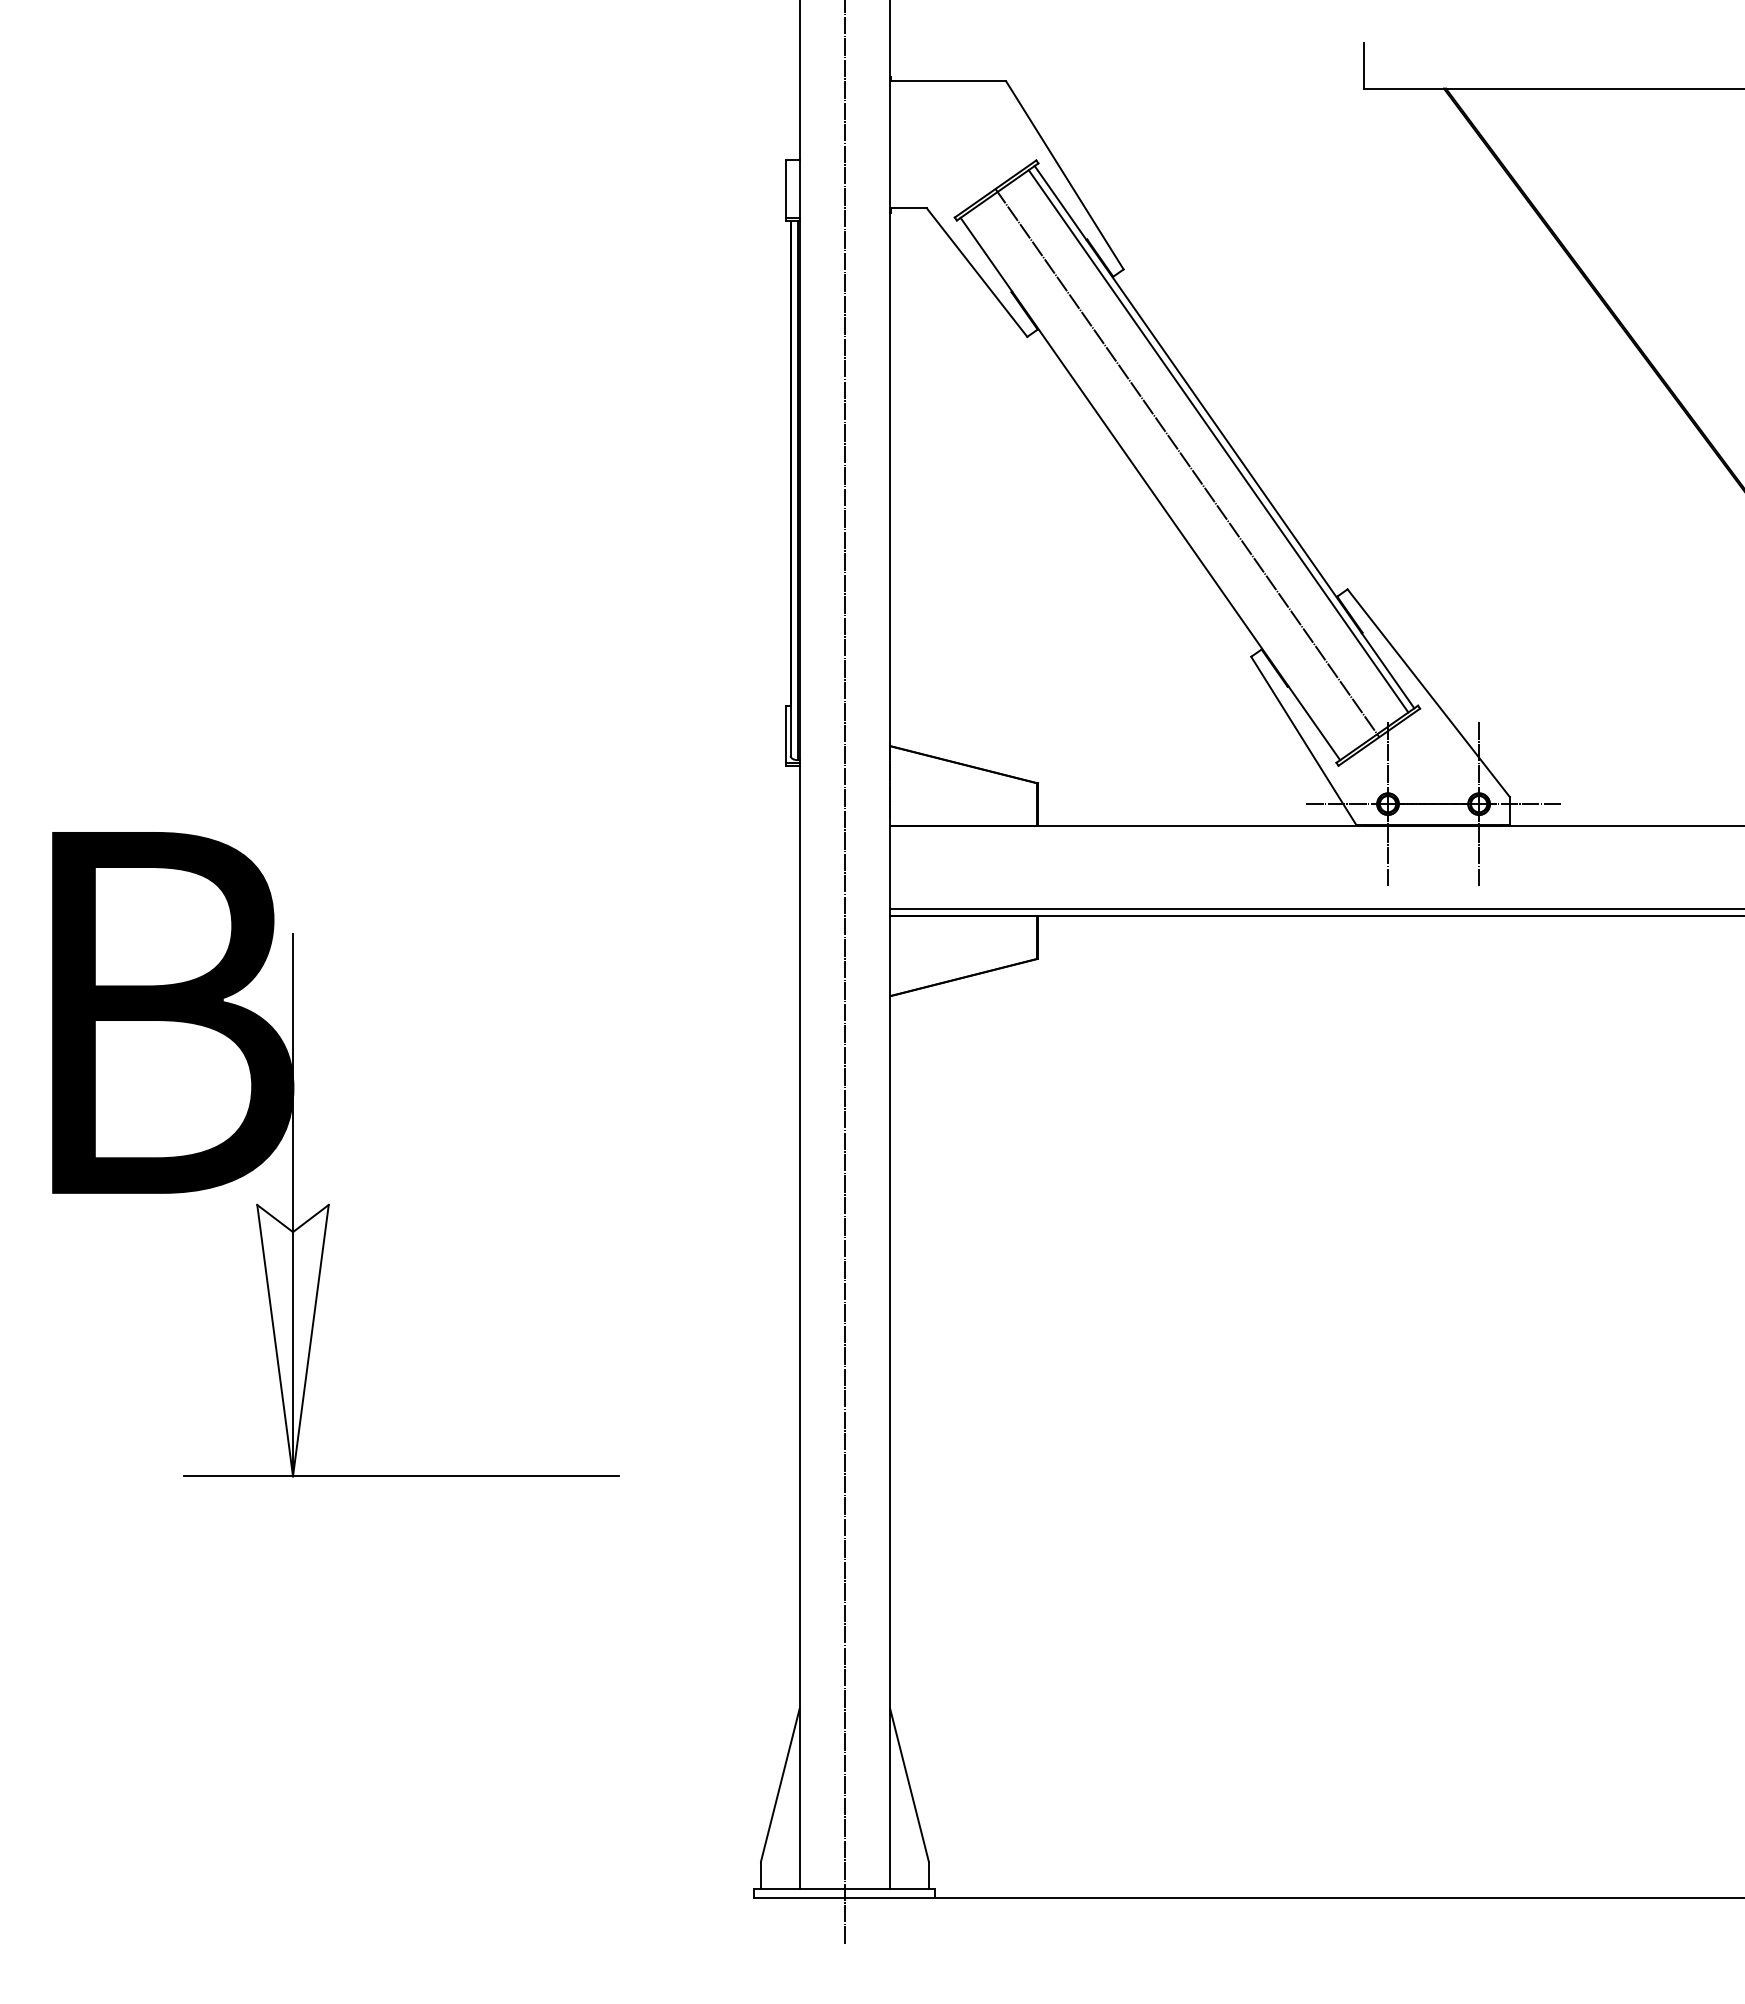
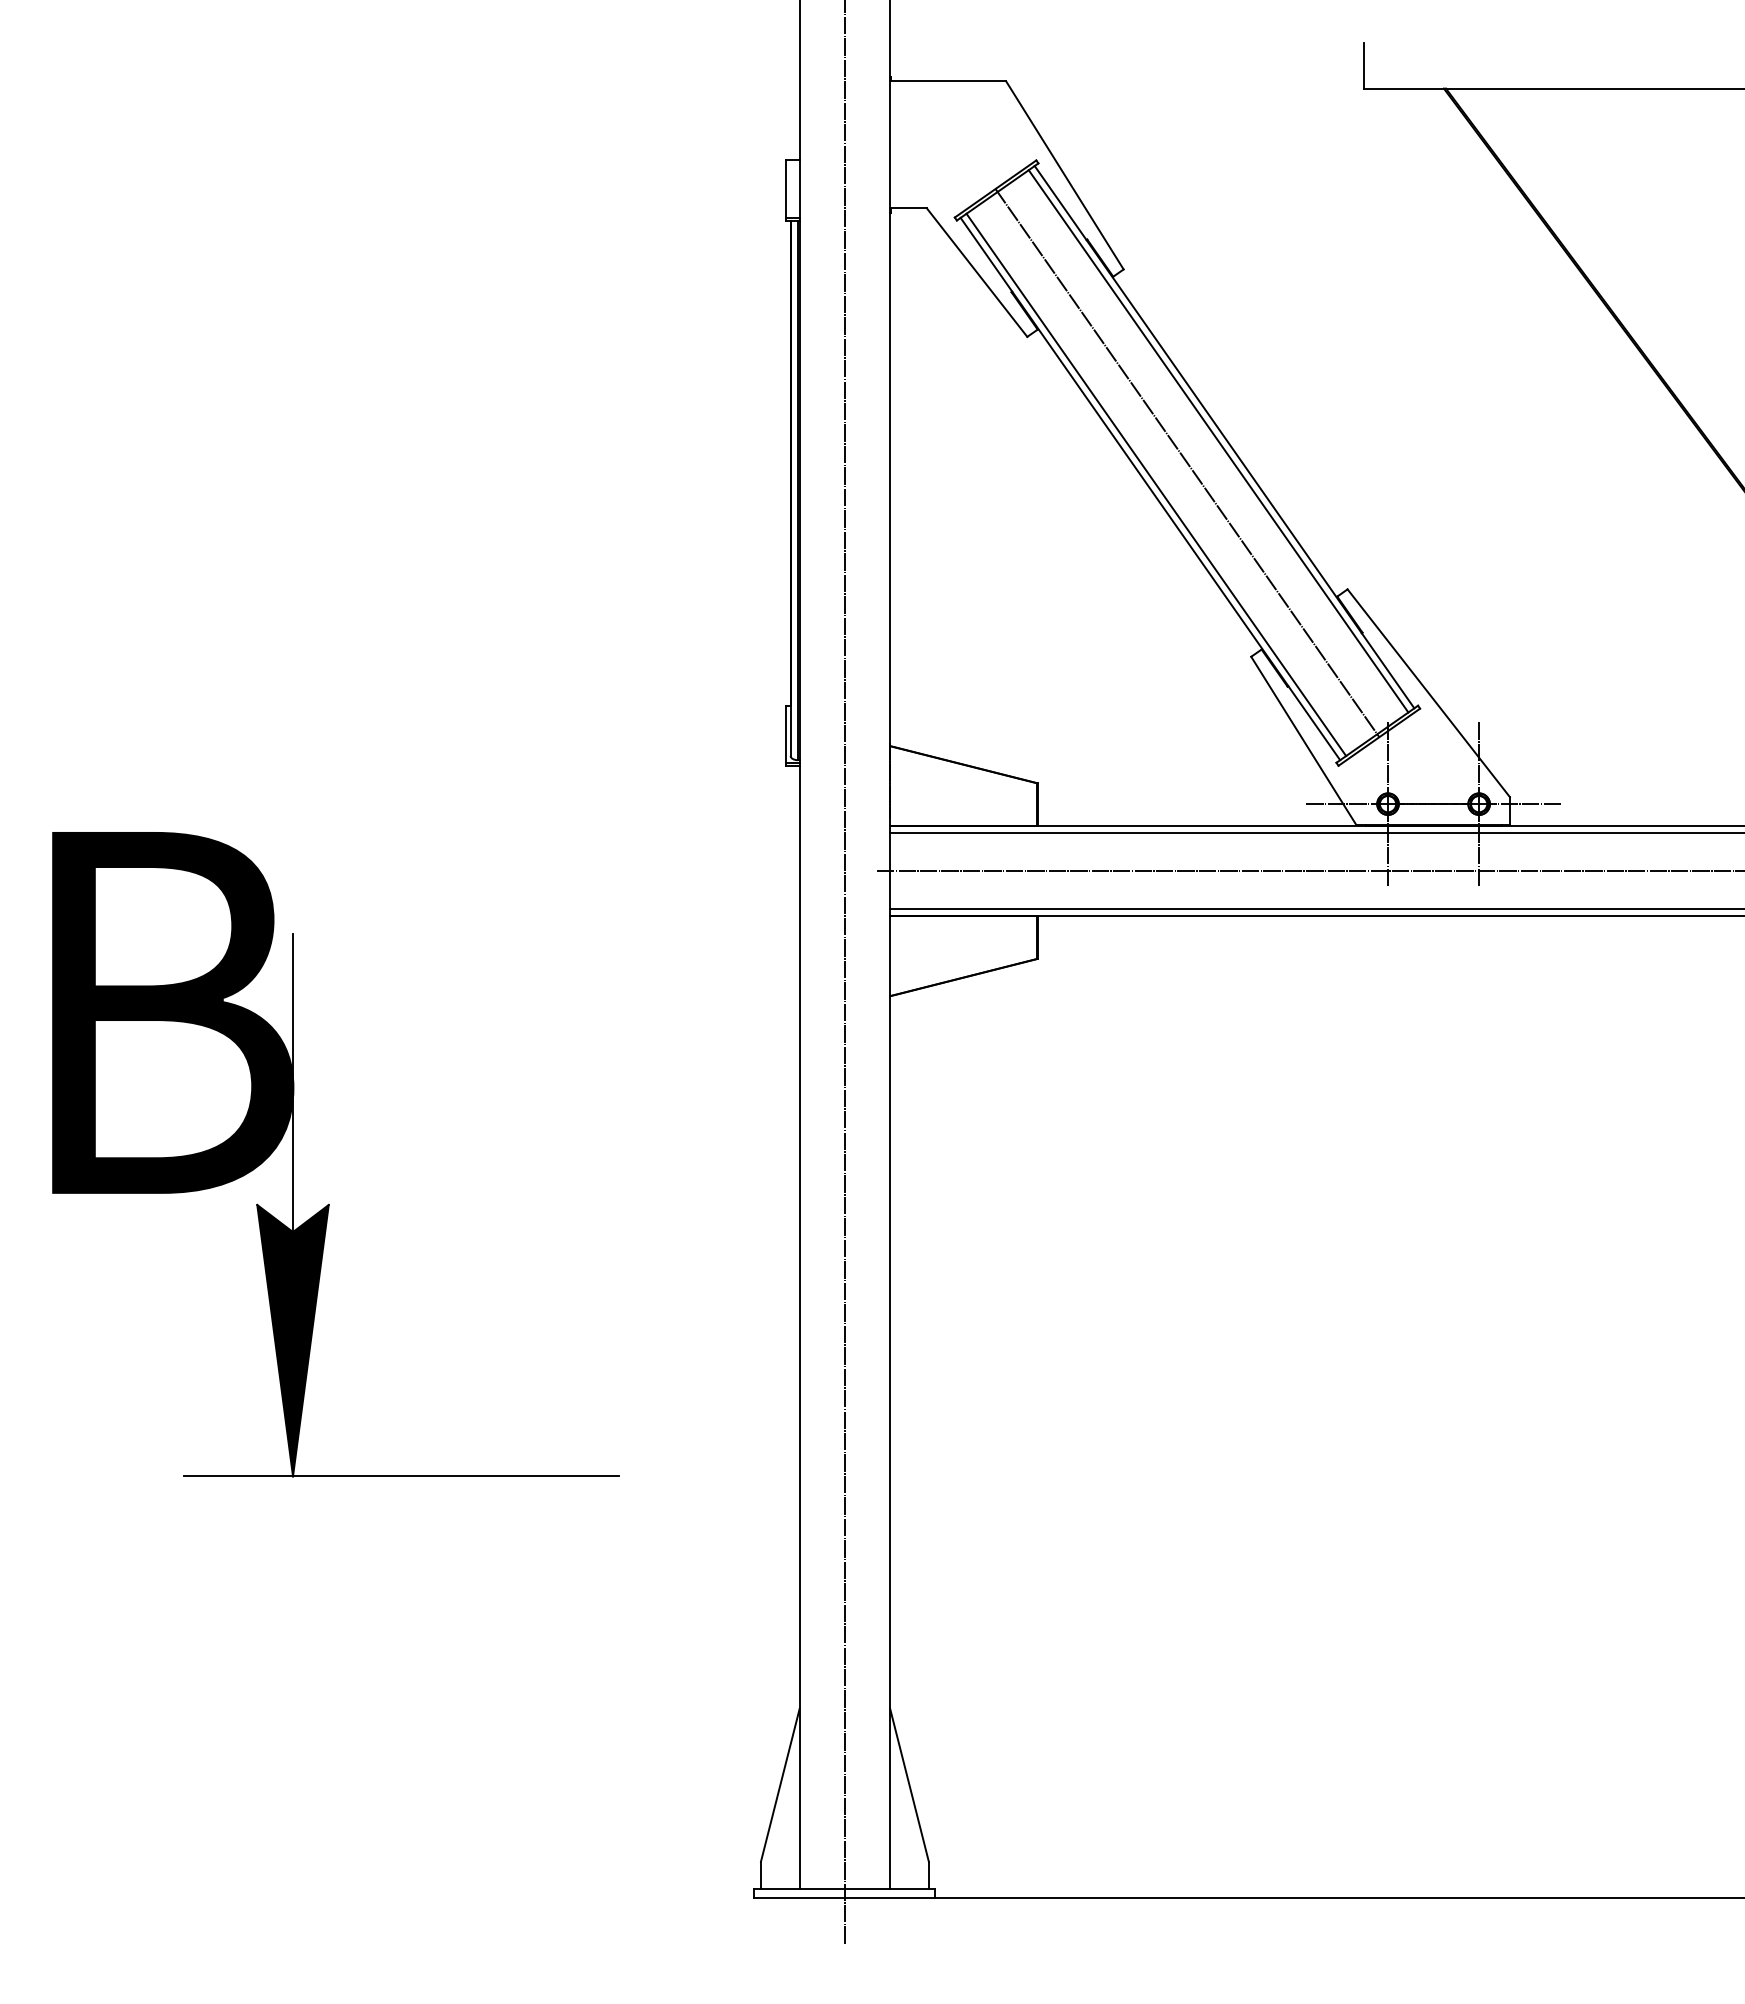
line at (1156, 484): none -> present
line at (1315, 833): none -> present
line at (1309, 871): none -> present
fill at (292, 1340): none -> present
